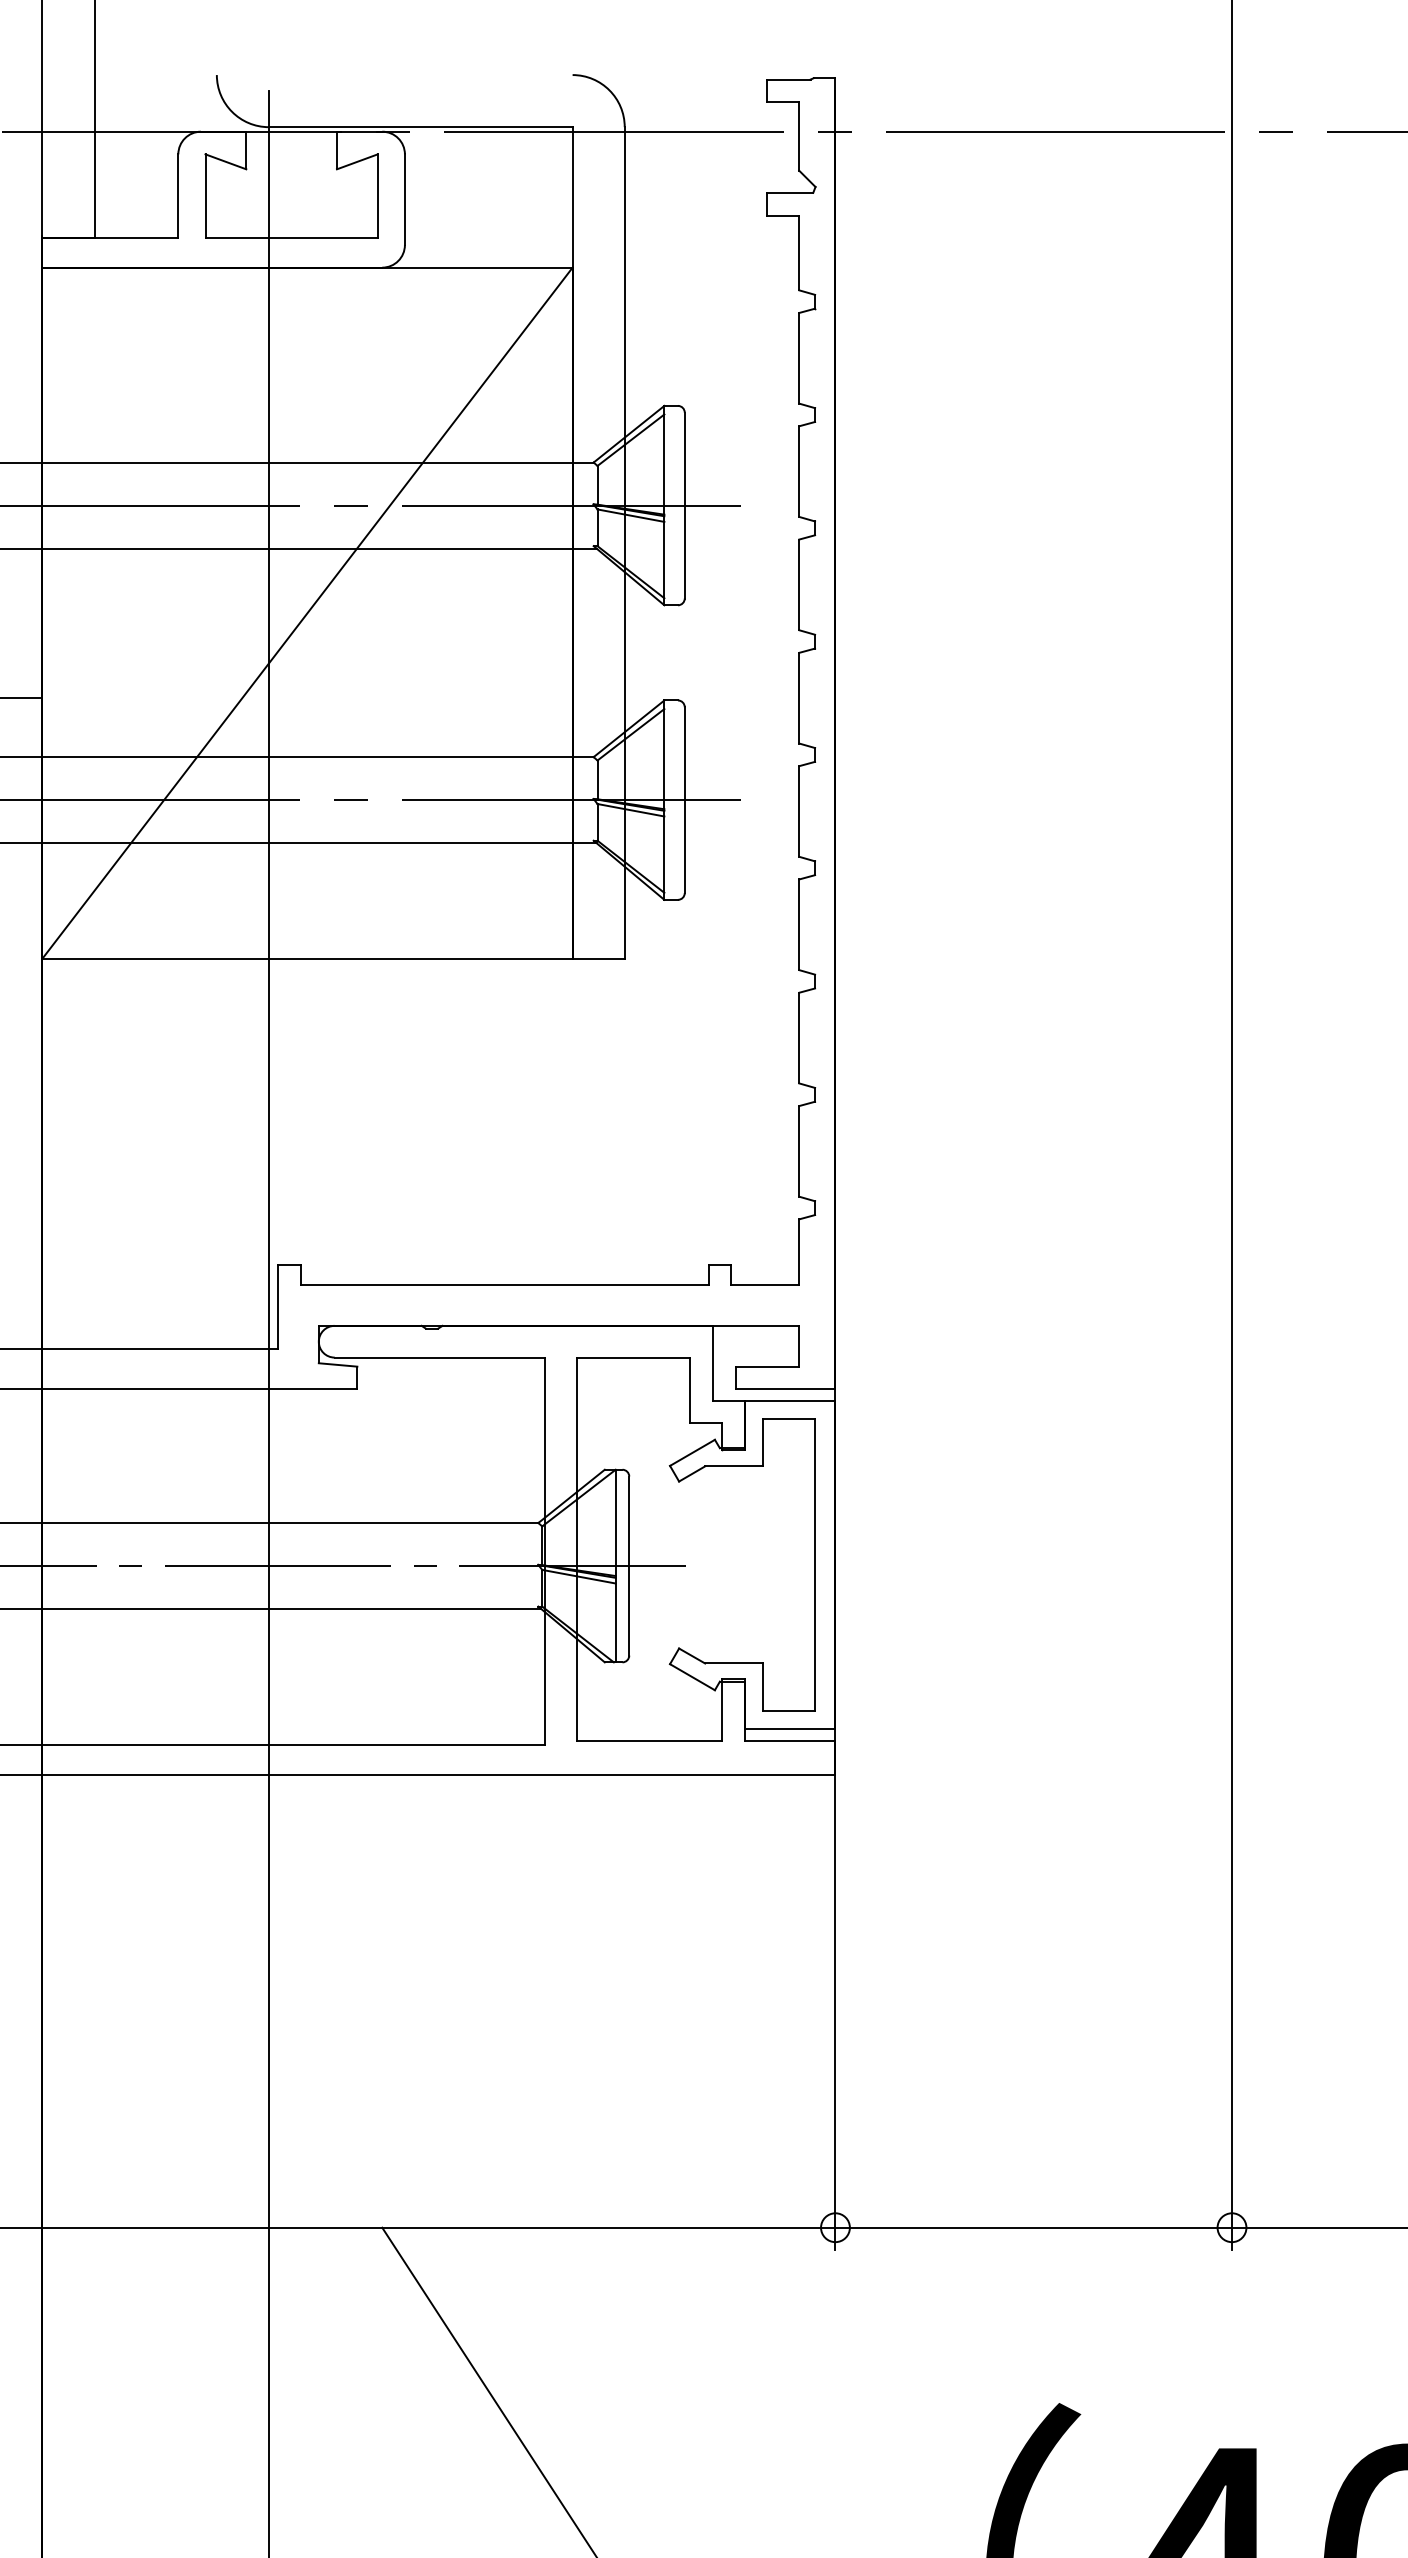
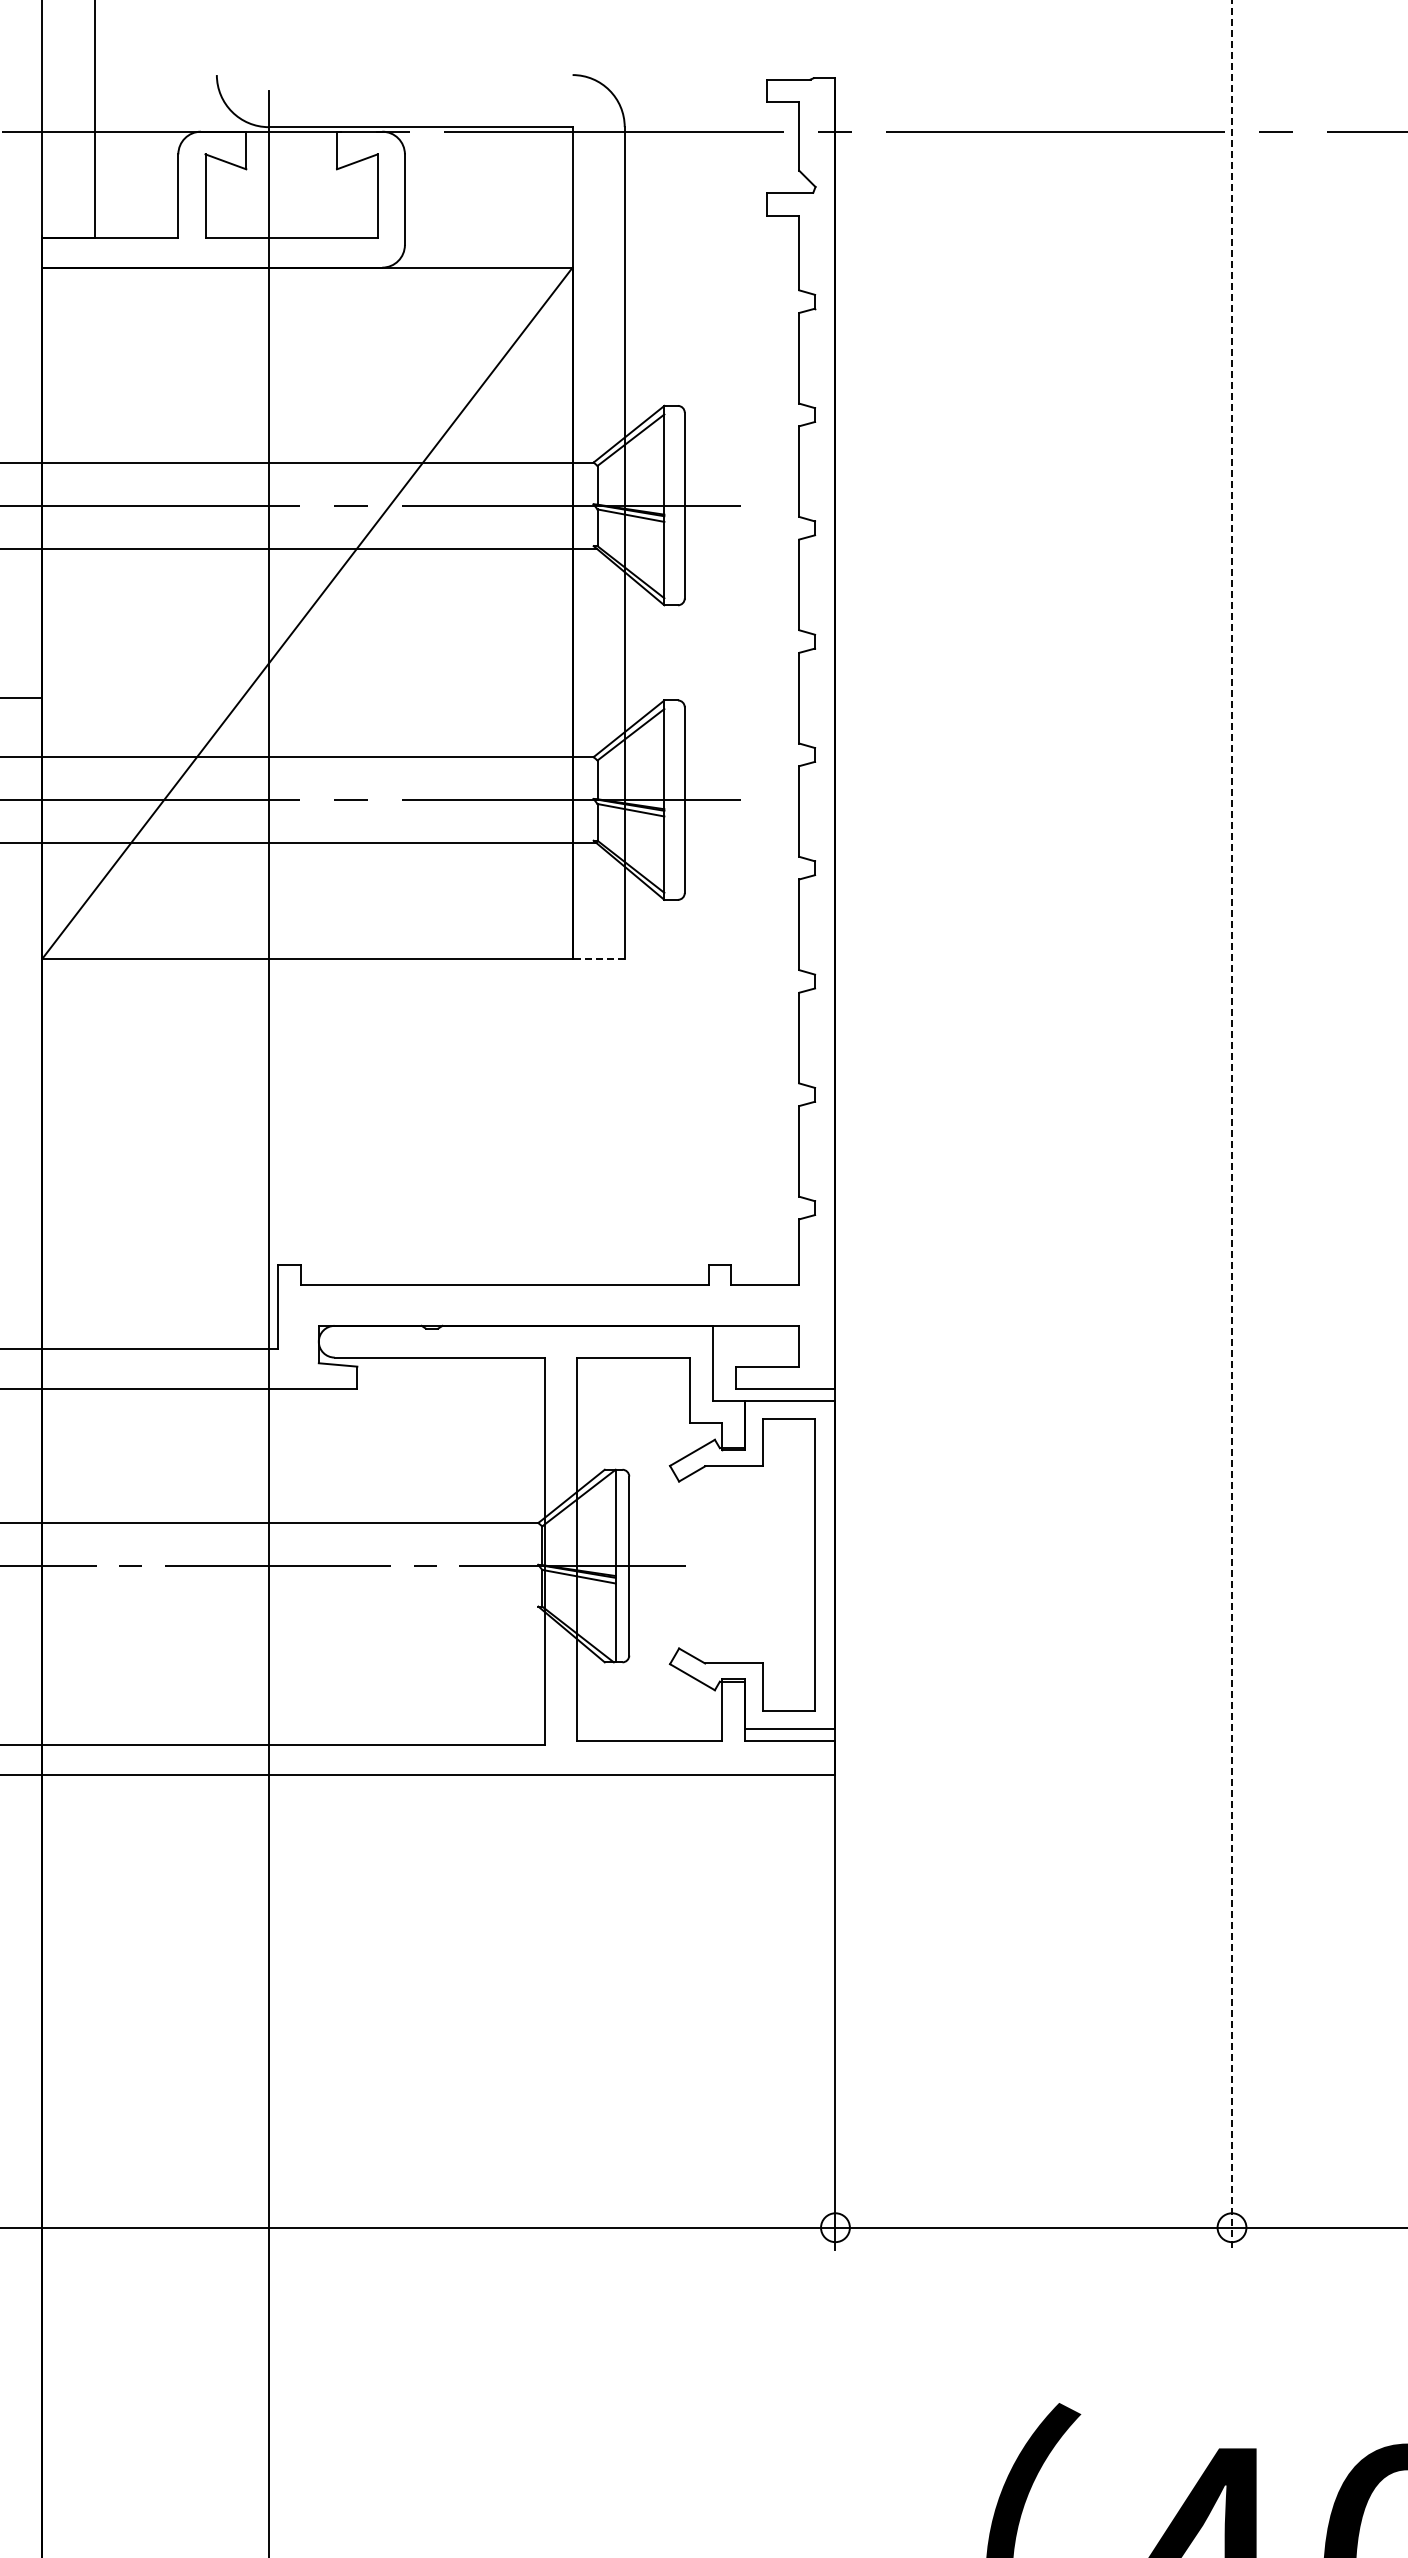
line at (598, 958): solid -> dashed
line at (1232, 1125): solid -> dashed
line at (271, 1609): present -> none
line at (488, 2390): present -> none
